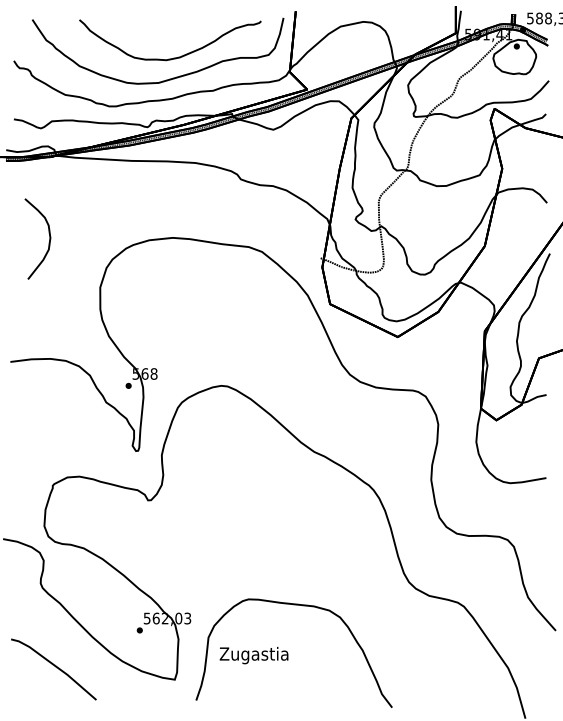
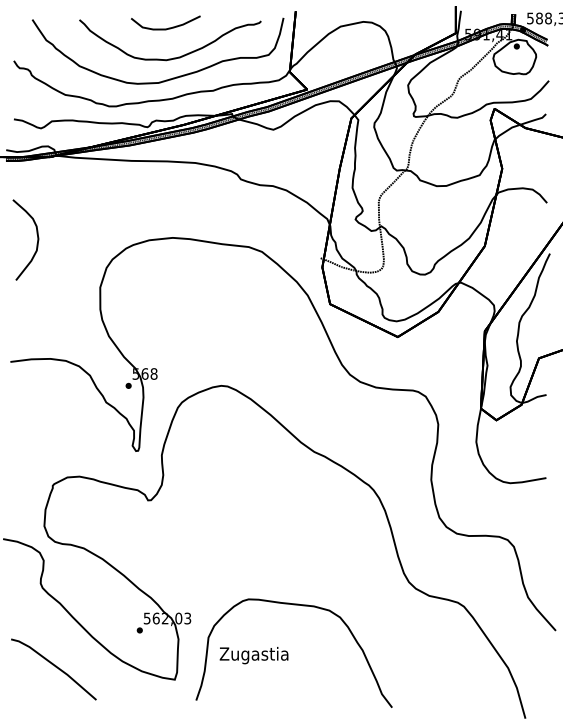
part at (165, 22): none -> present
curve at (48, 242) position: (48, 242) -> (36, 243)
